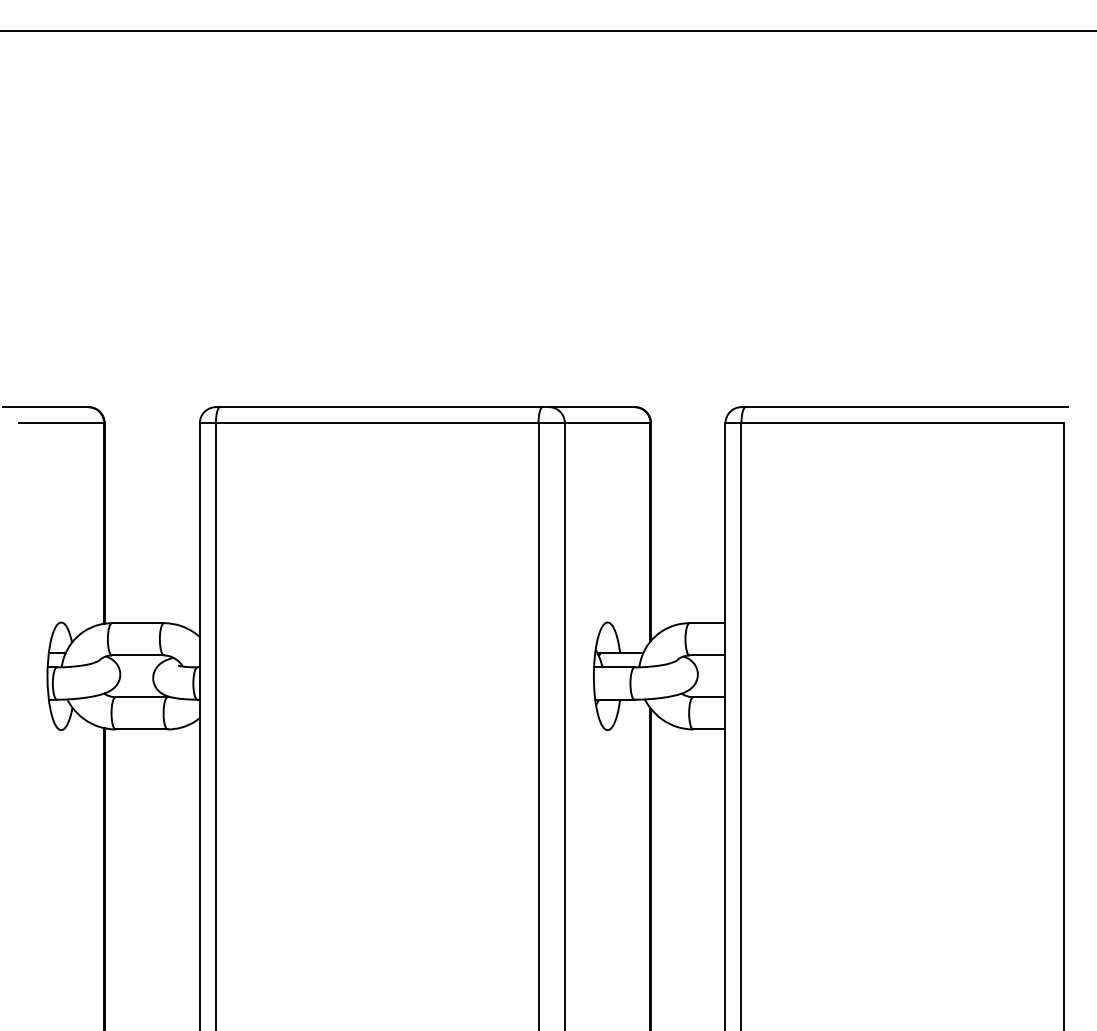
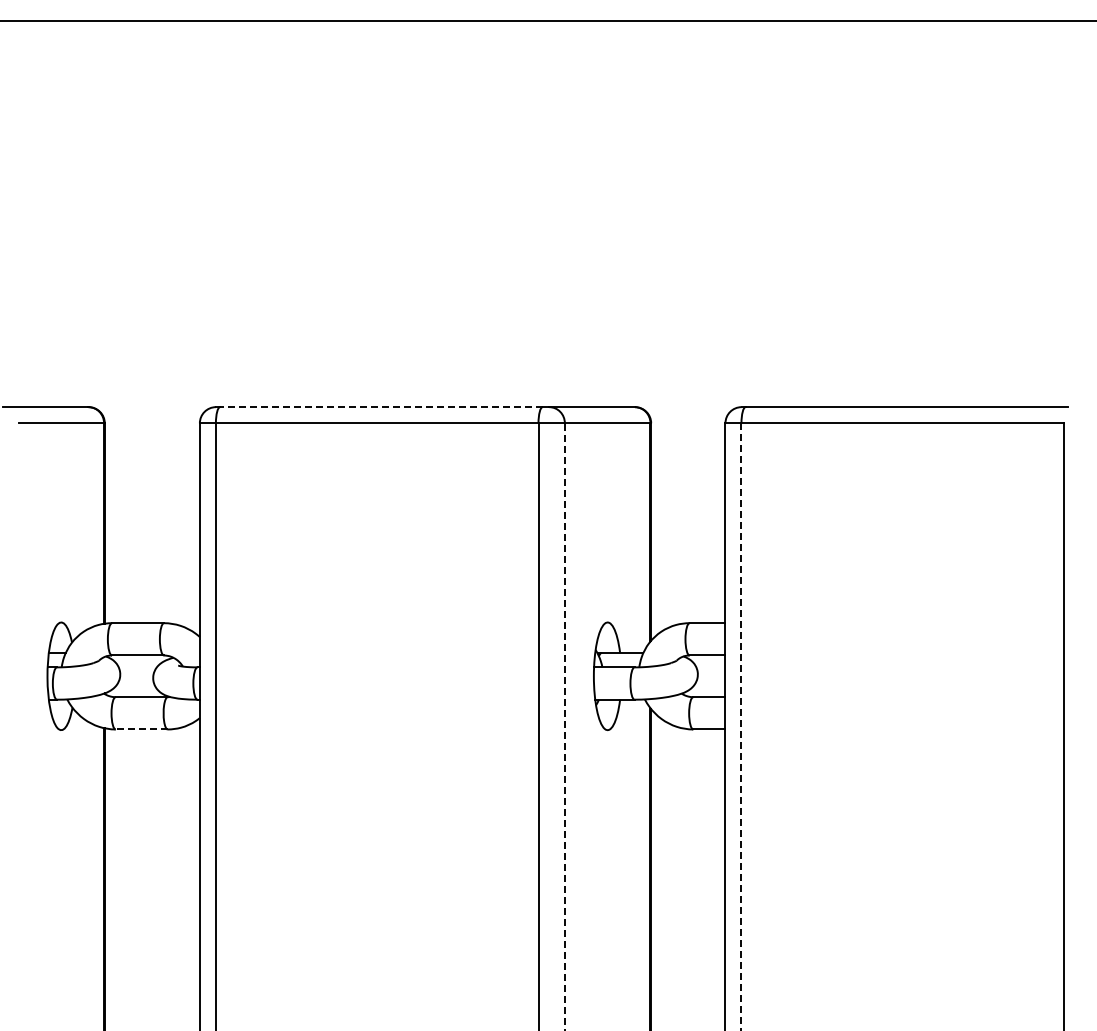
line at (547, 31) position: (547, 31) -> (547, 21)
line at (380, 407): solid -> dashed
line at (564, 726): solid -> dashed
line at (741, 727): solid -> dashed
line at (141, 729): solid -> dashed
